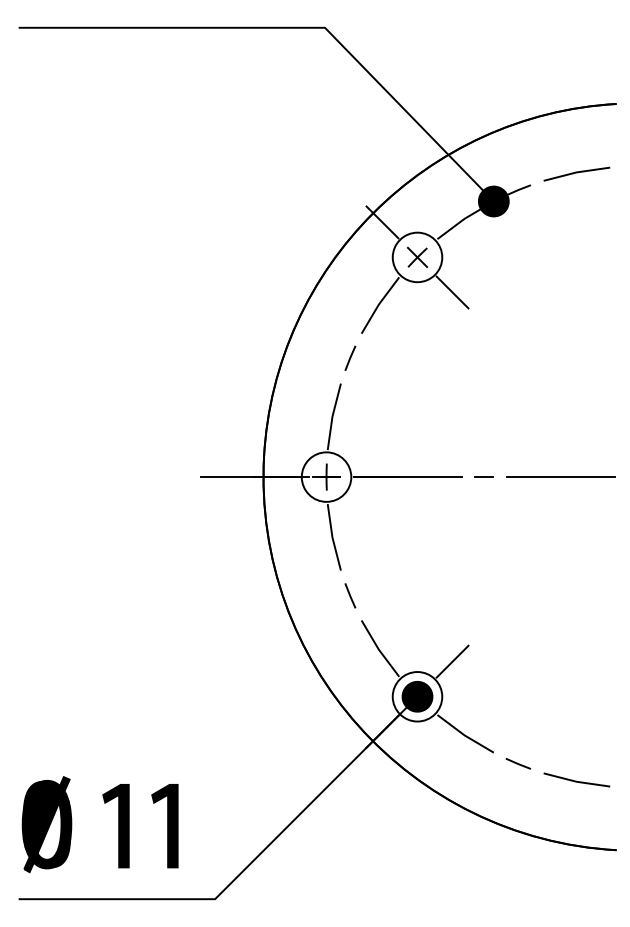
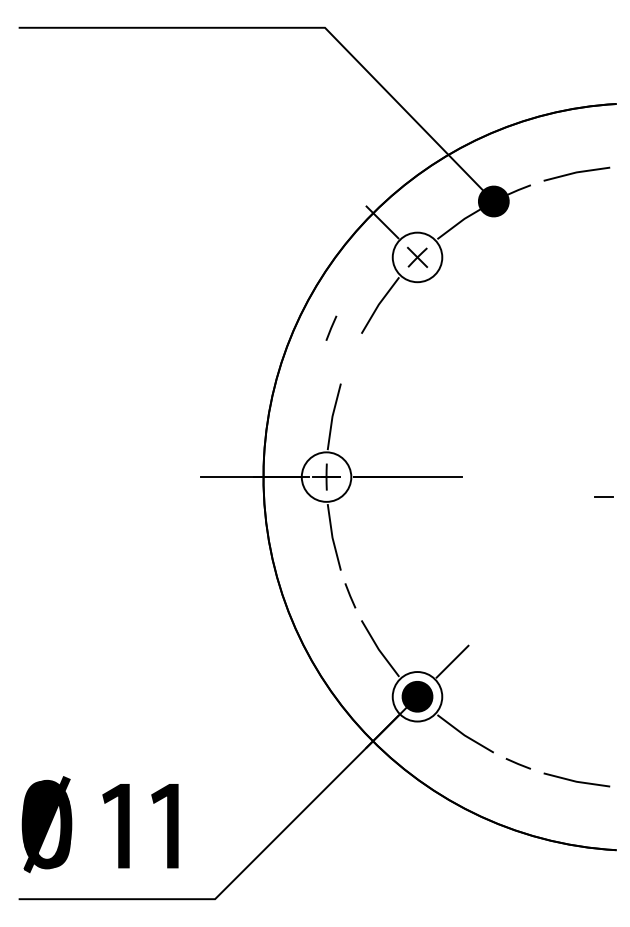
line at (452, 292): present -> none
line at (350, 357) position: (350, 357) -> (331, 327)
line at (483, 476) position: (483, 476) -> (603, 496)
line at (560, 477): present -> none
